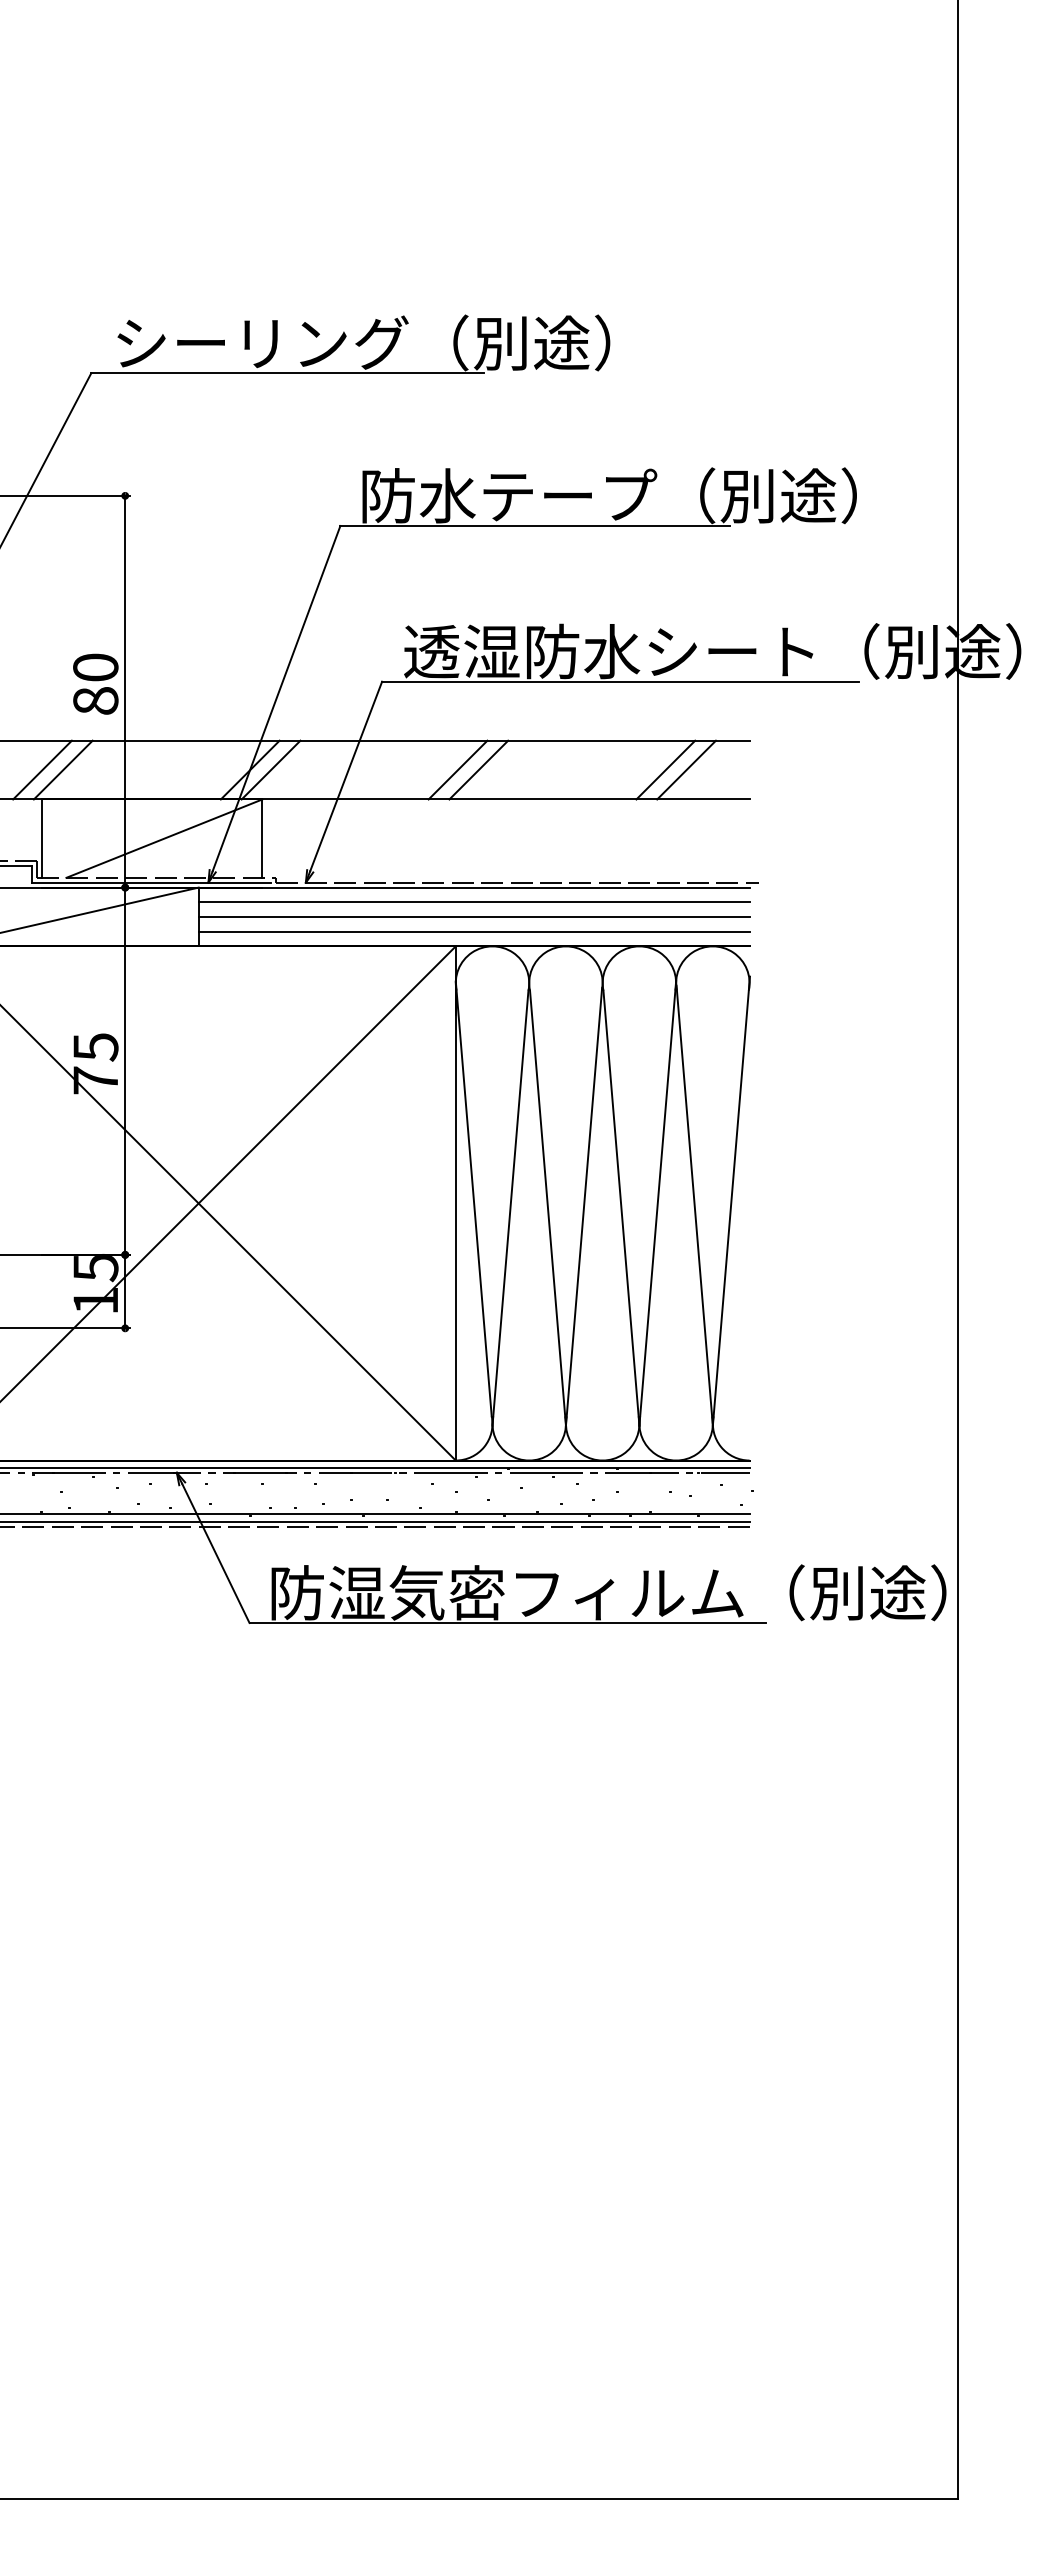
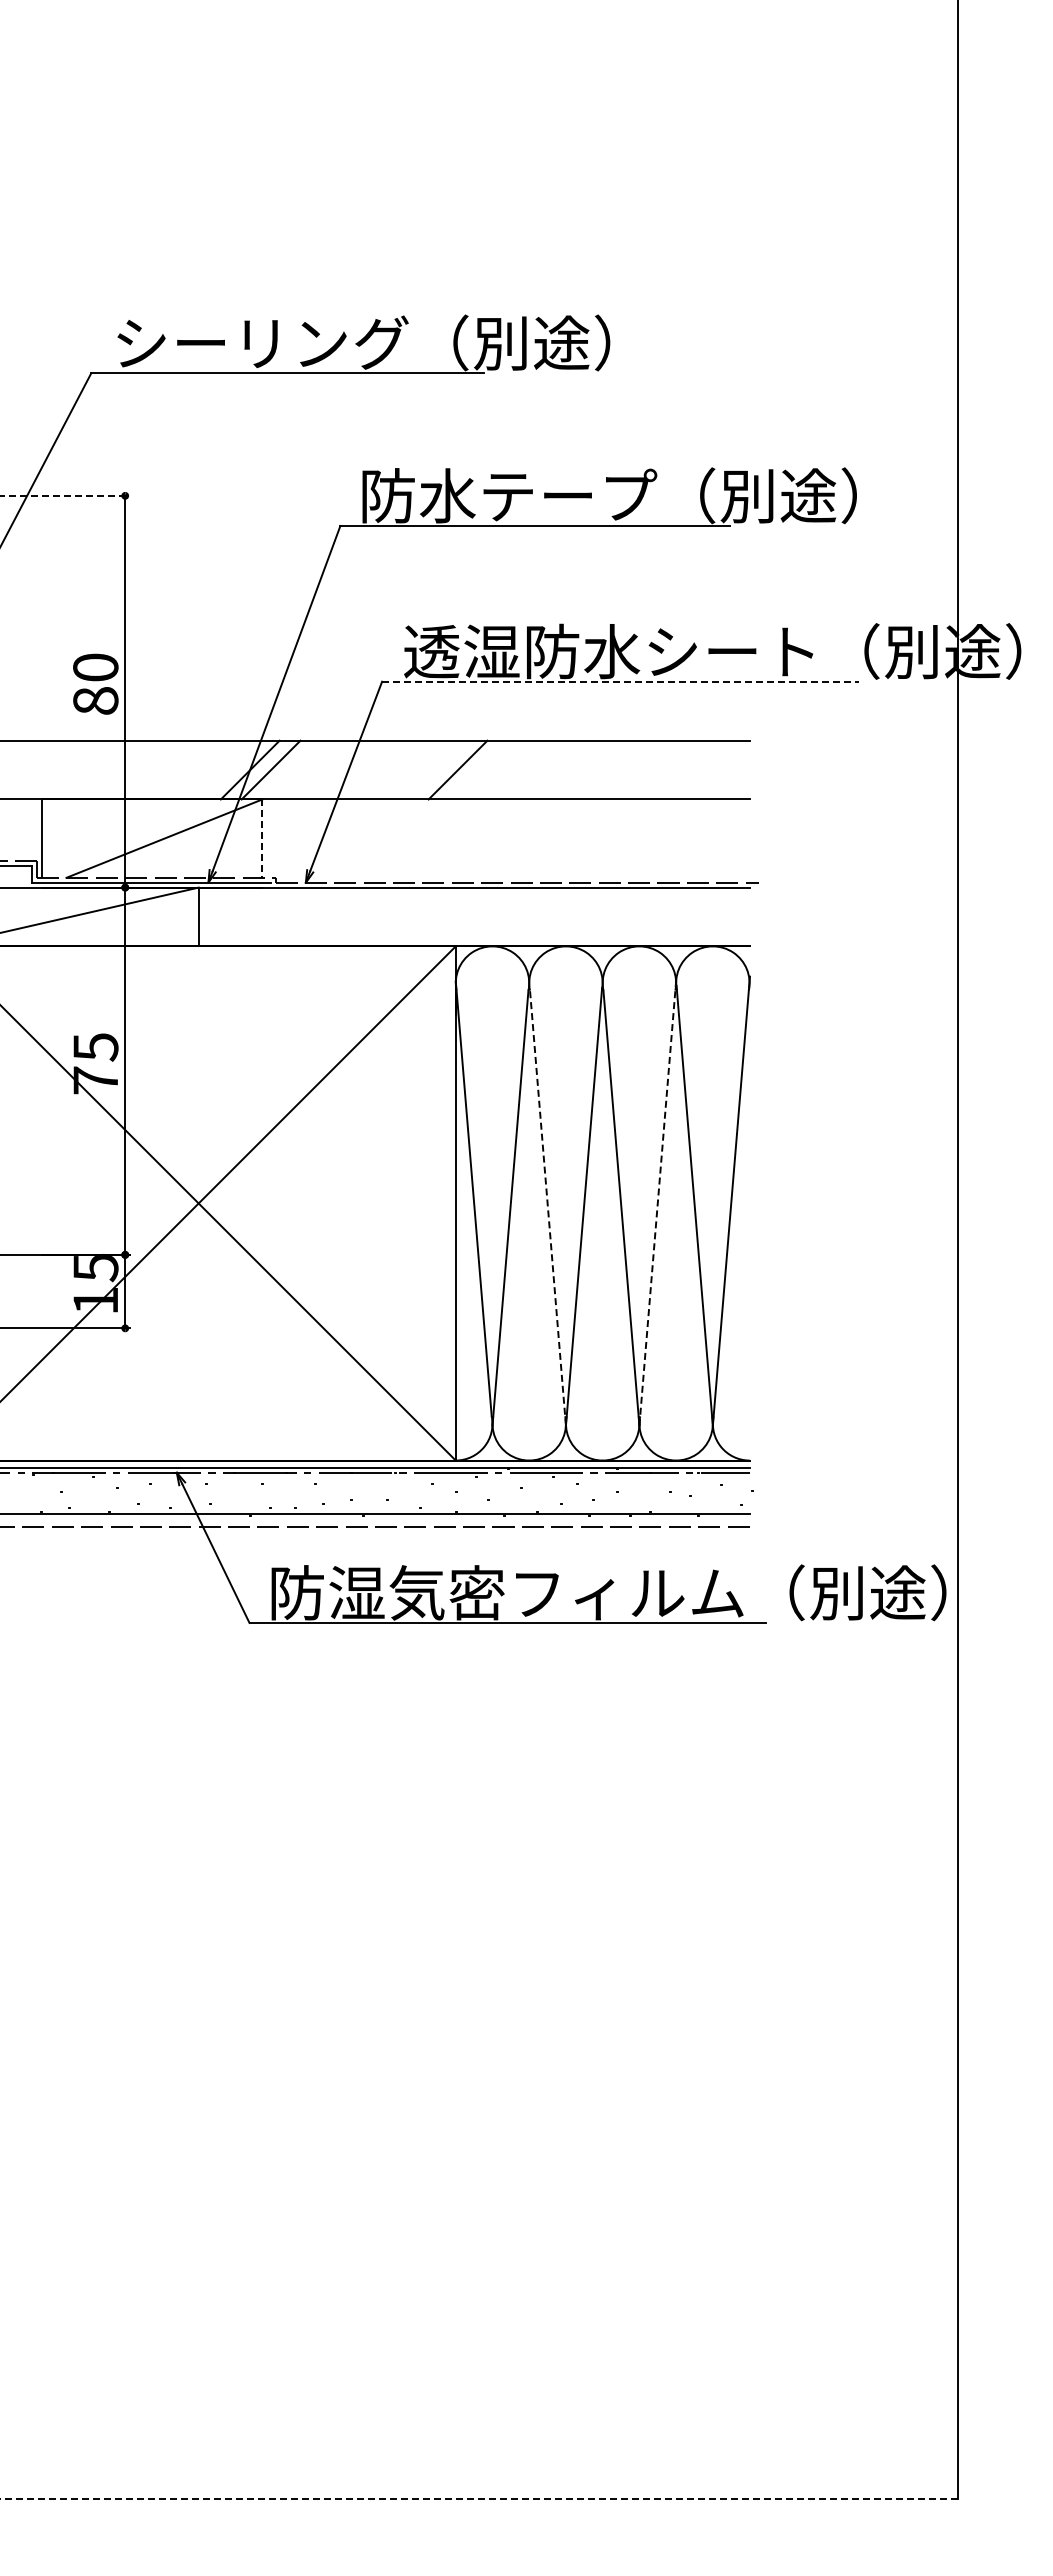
line at (65, 495): solid -> dashed
line at (621, 681): solid -> dashed
line at (42, 769): present -> none
line at (62, 769): present -> none
line at (478, 769): present -> none
line at (665, 769): present -> none
line at (686, 769): present -> none
line at (262, 839): solid -> dashed
line at (473, 902): present -> none
line at (473, 917): present -> none
line at (473, 931): present -> none
line at (657, 1202): solid -> dashed
line at (547, 1207): solid -> dashed
line at (375, 1521): present -> none
line at (478, 2498): solid -> dashed
